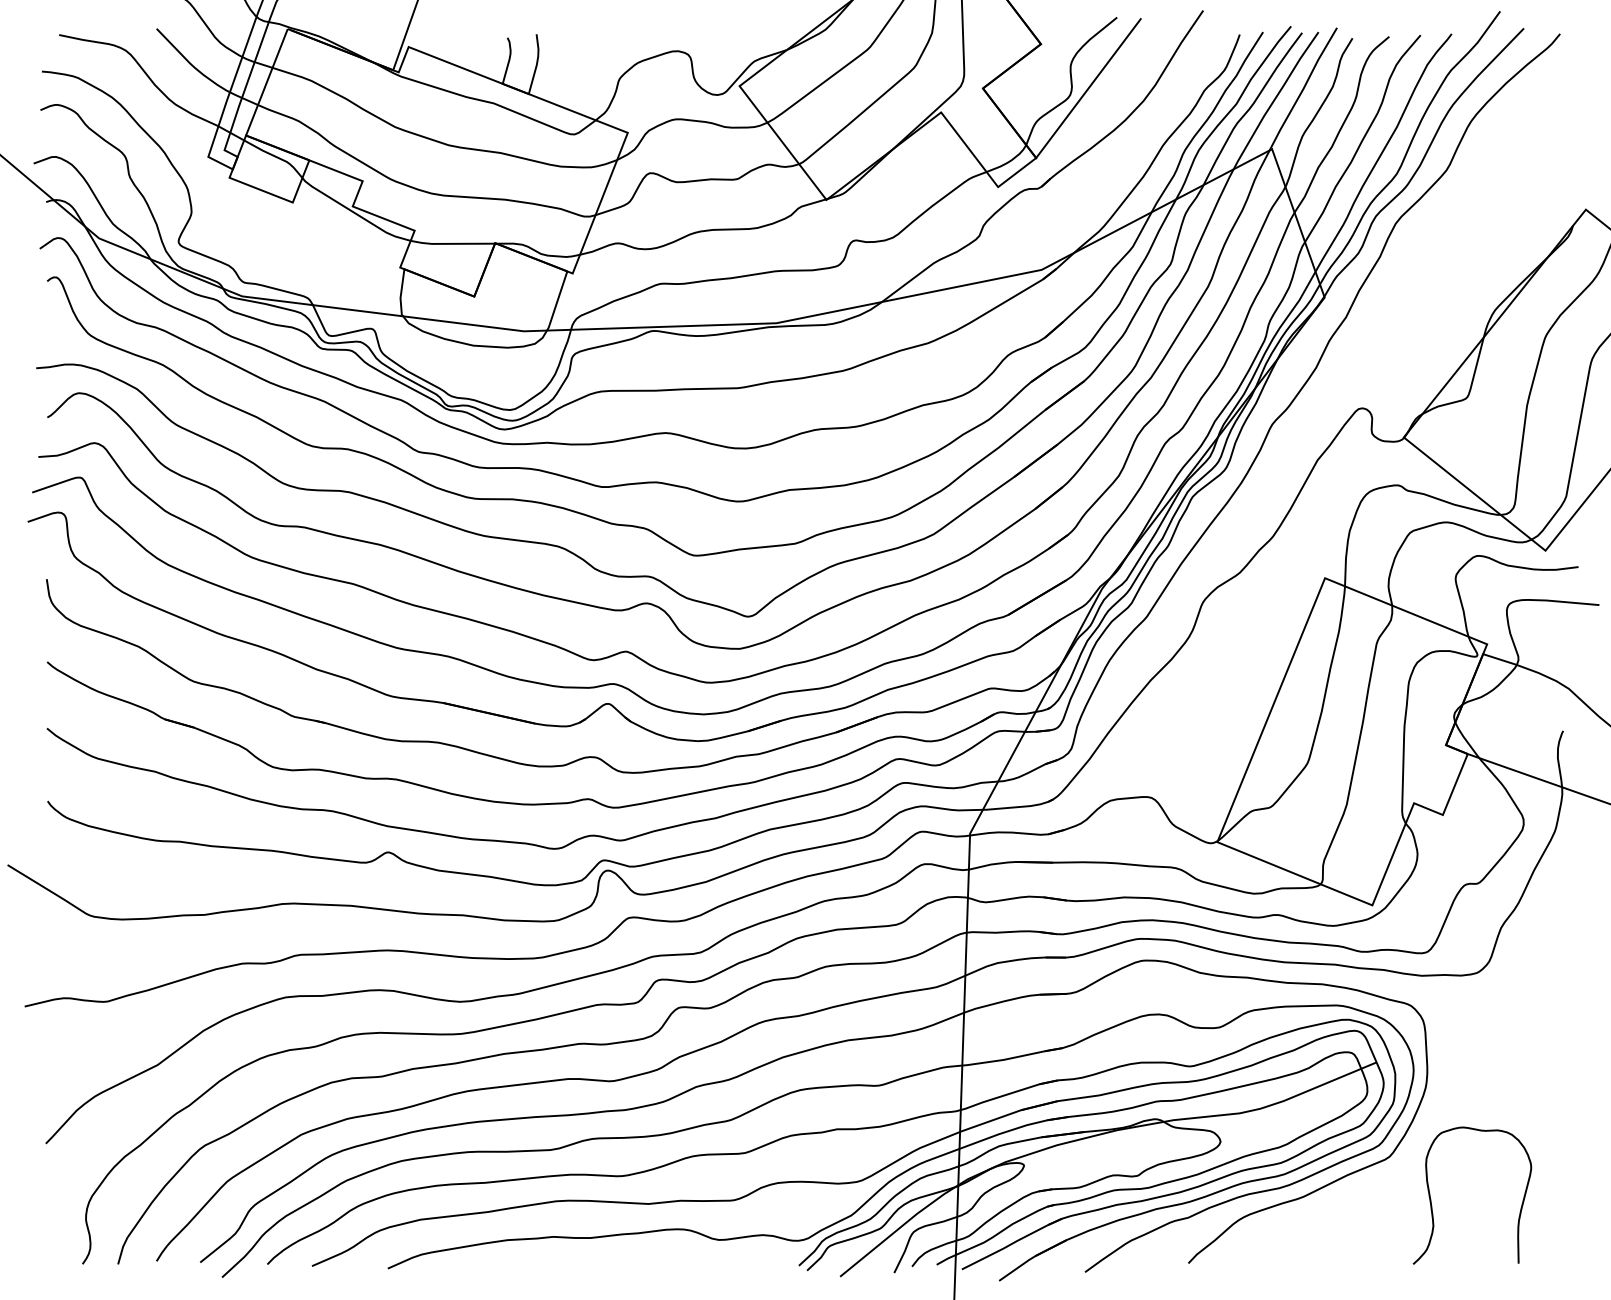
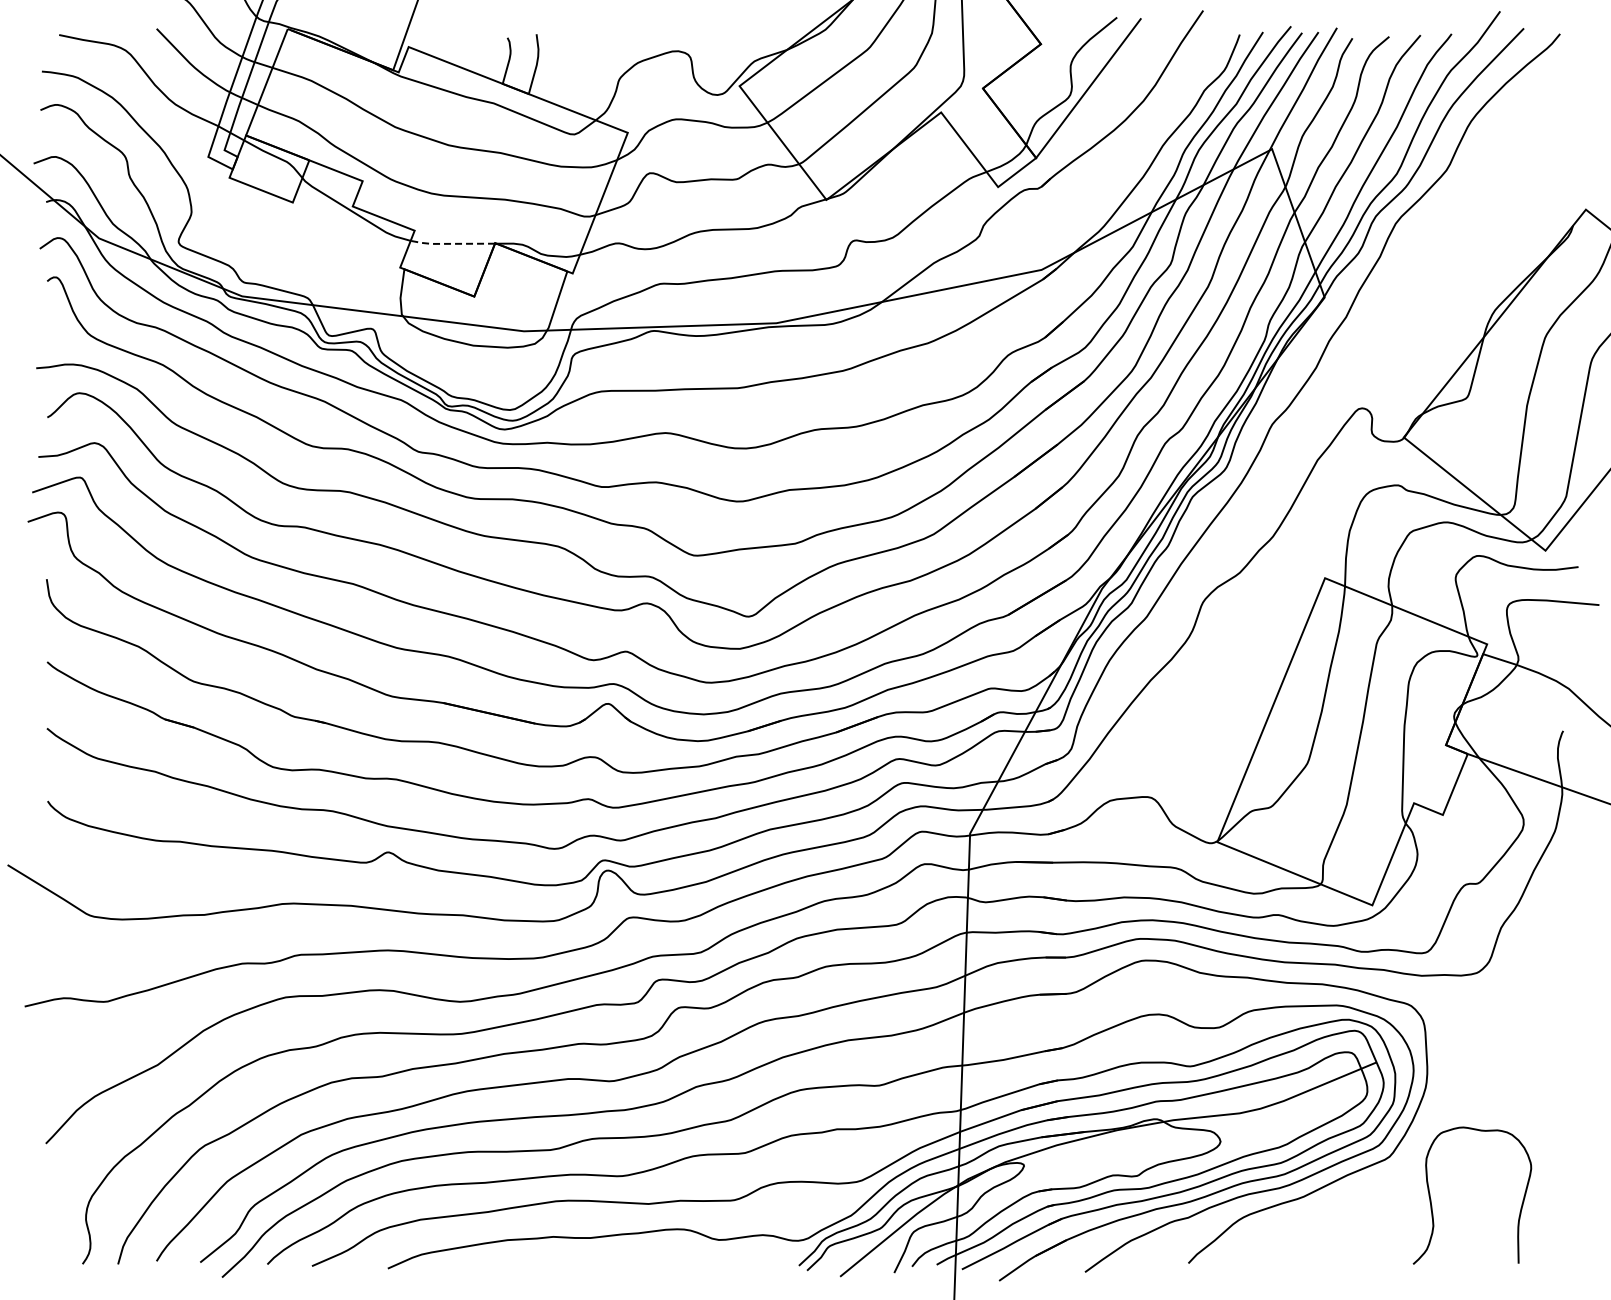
line at (450, 243): solid -> dashed
